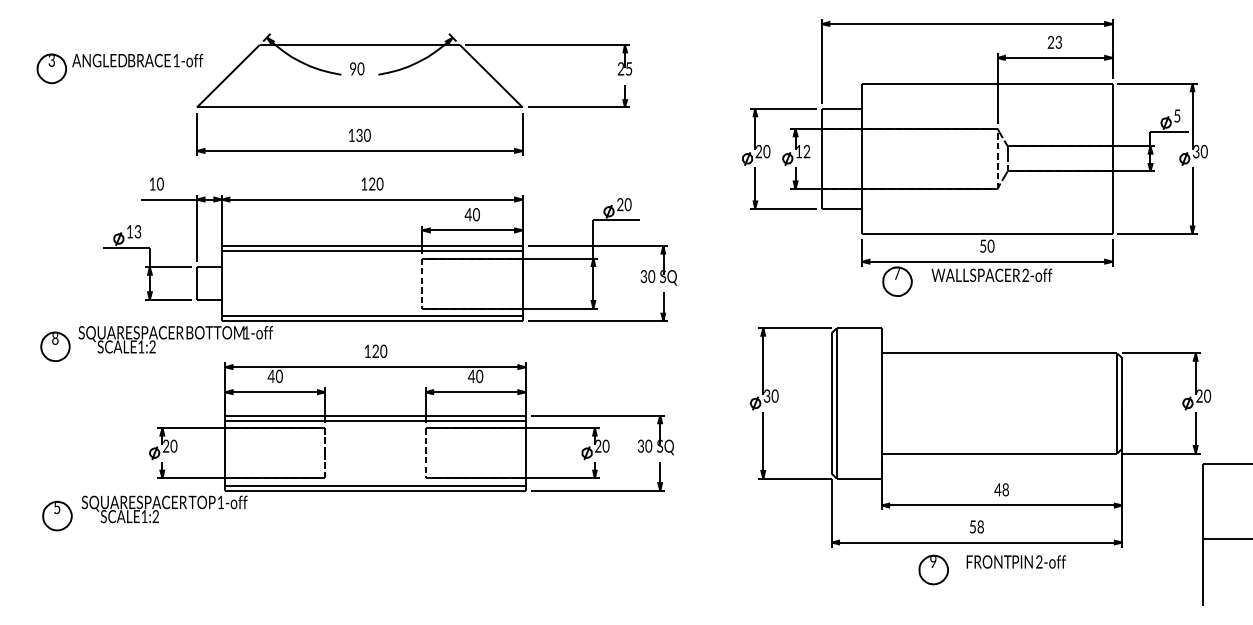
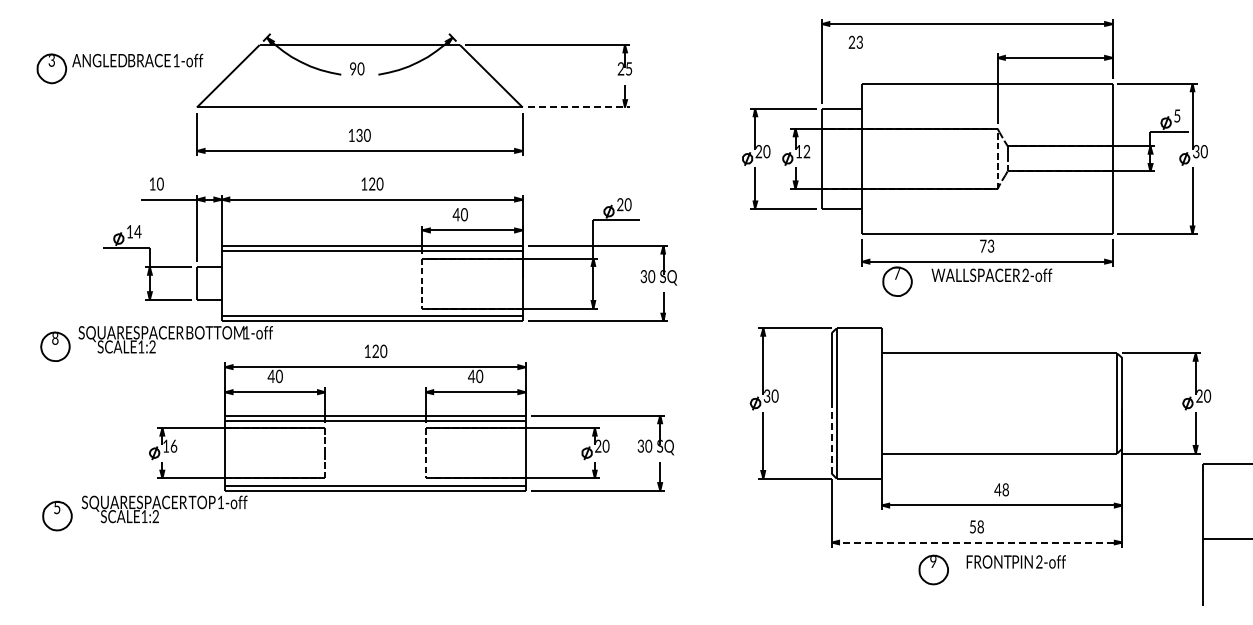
text at (1054, 41) position: (1054, 41) -> (855, 41)
line at (579, 107): solid -> dashed
text at (471, 214) position: (471, 214) -> (459, 214)
text at (137, 231): 13 -> 14
text at (987, 245): 50 -> 73
line at (831, 439): solid -> dashed
text at (169, 445): 20 -> 16
line at (977, 542): solid -> dashed
